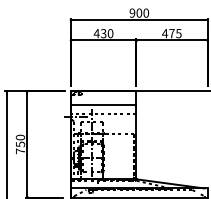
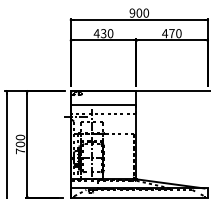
text at (178, 33): 475 -> 470
text at (19, 144): 750 -> 700
